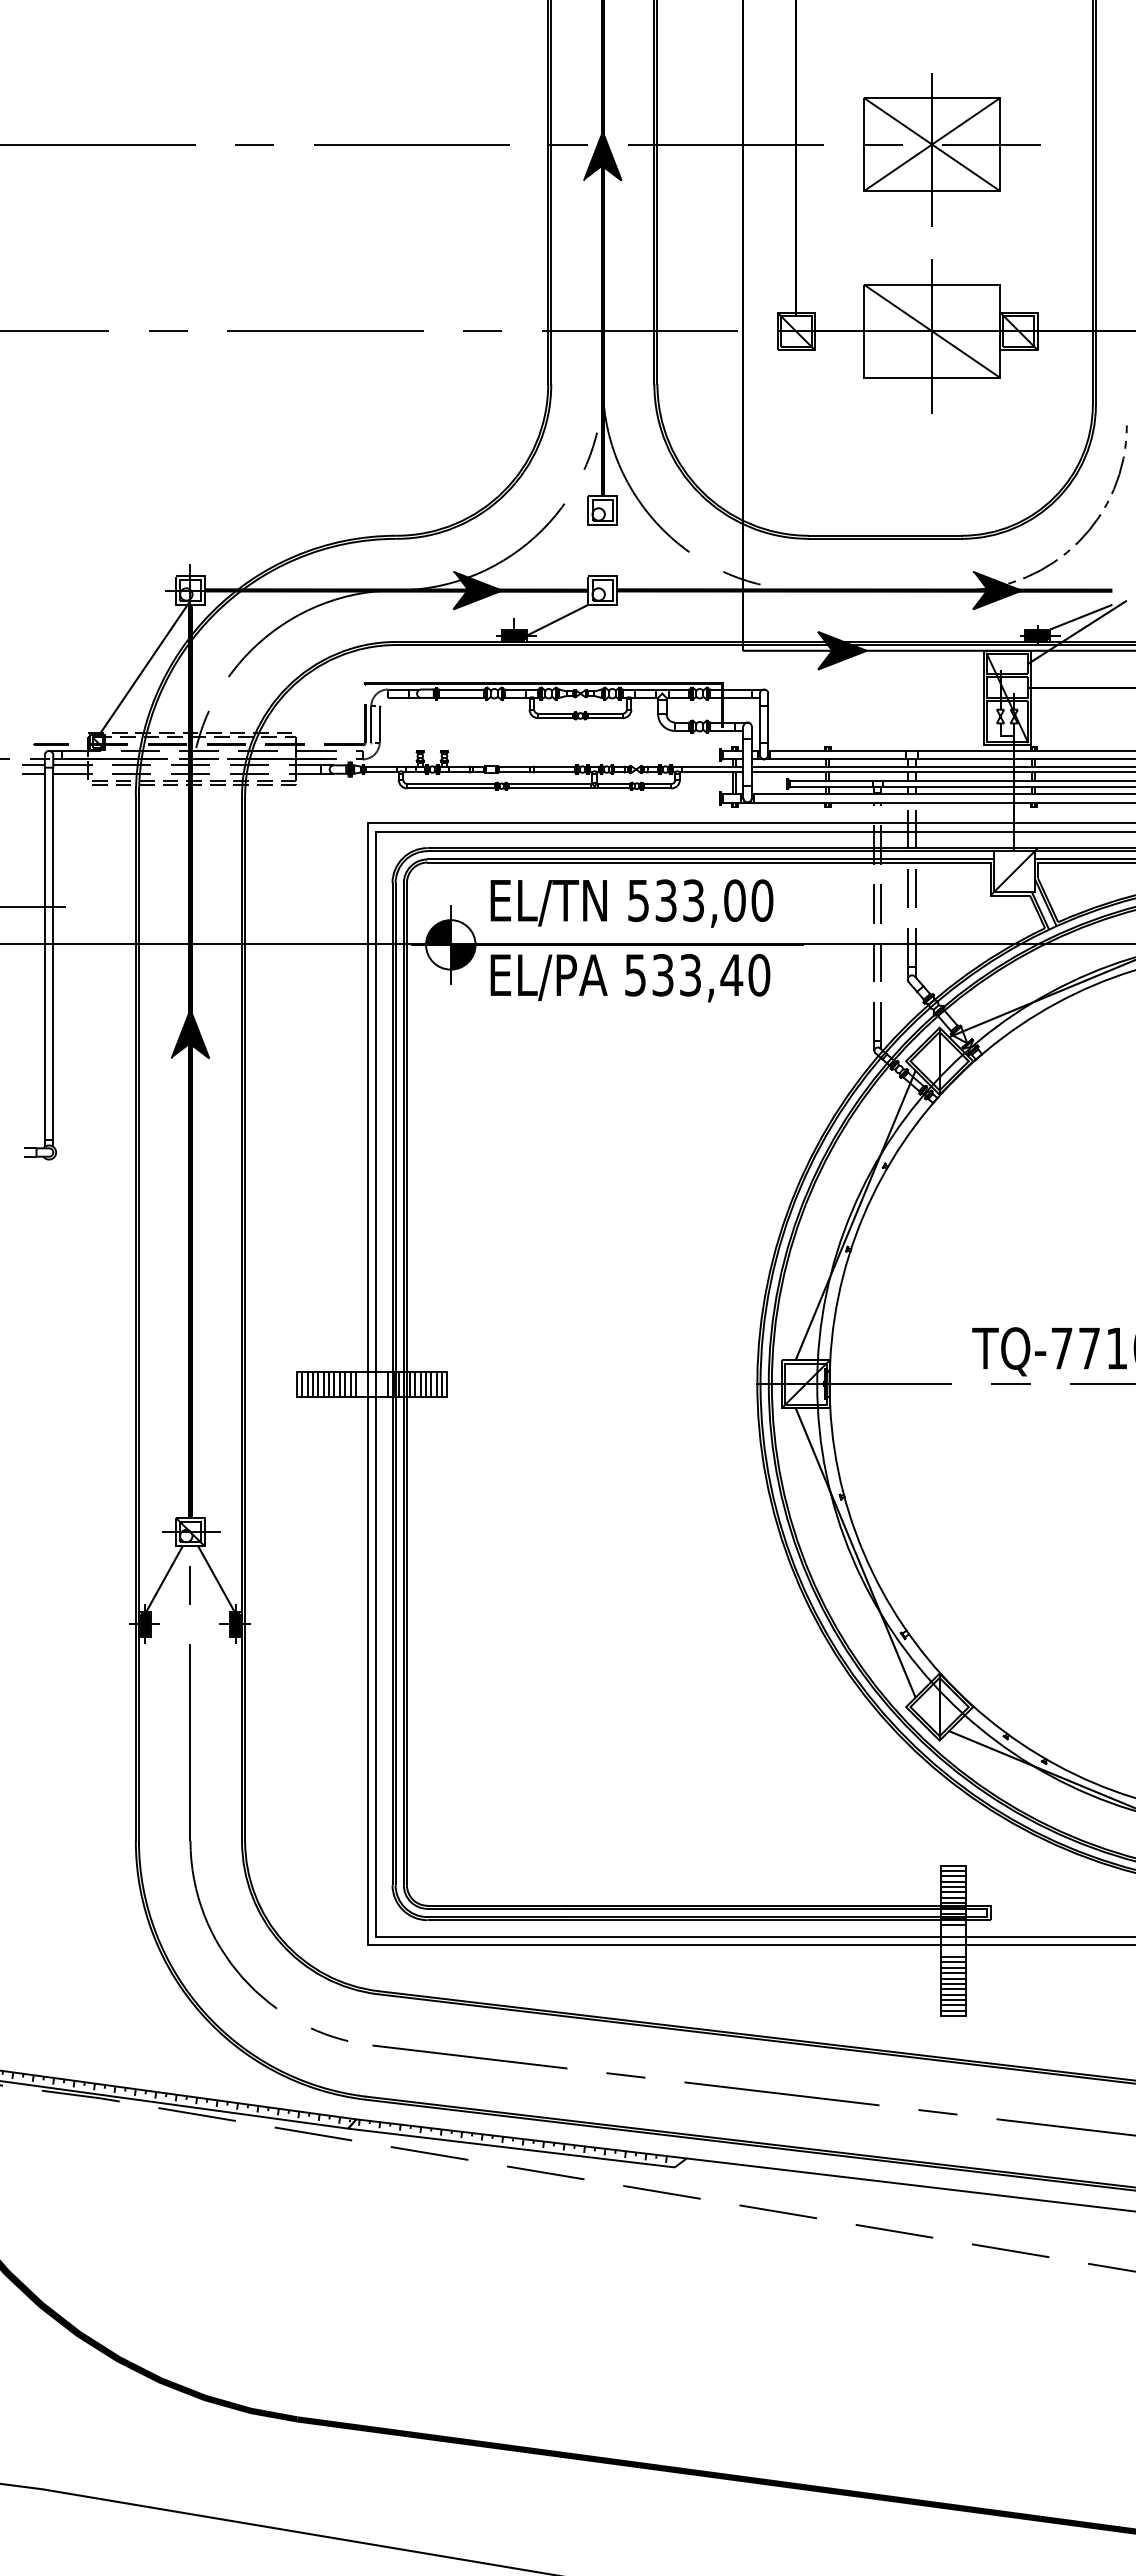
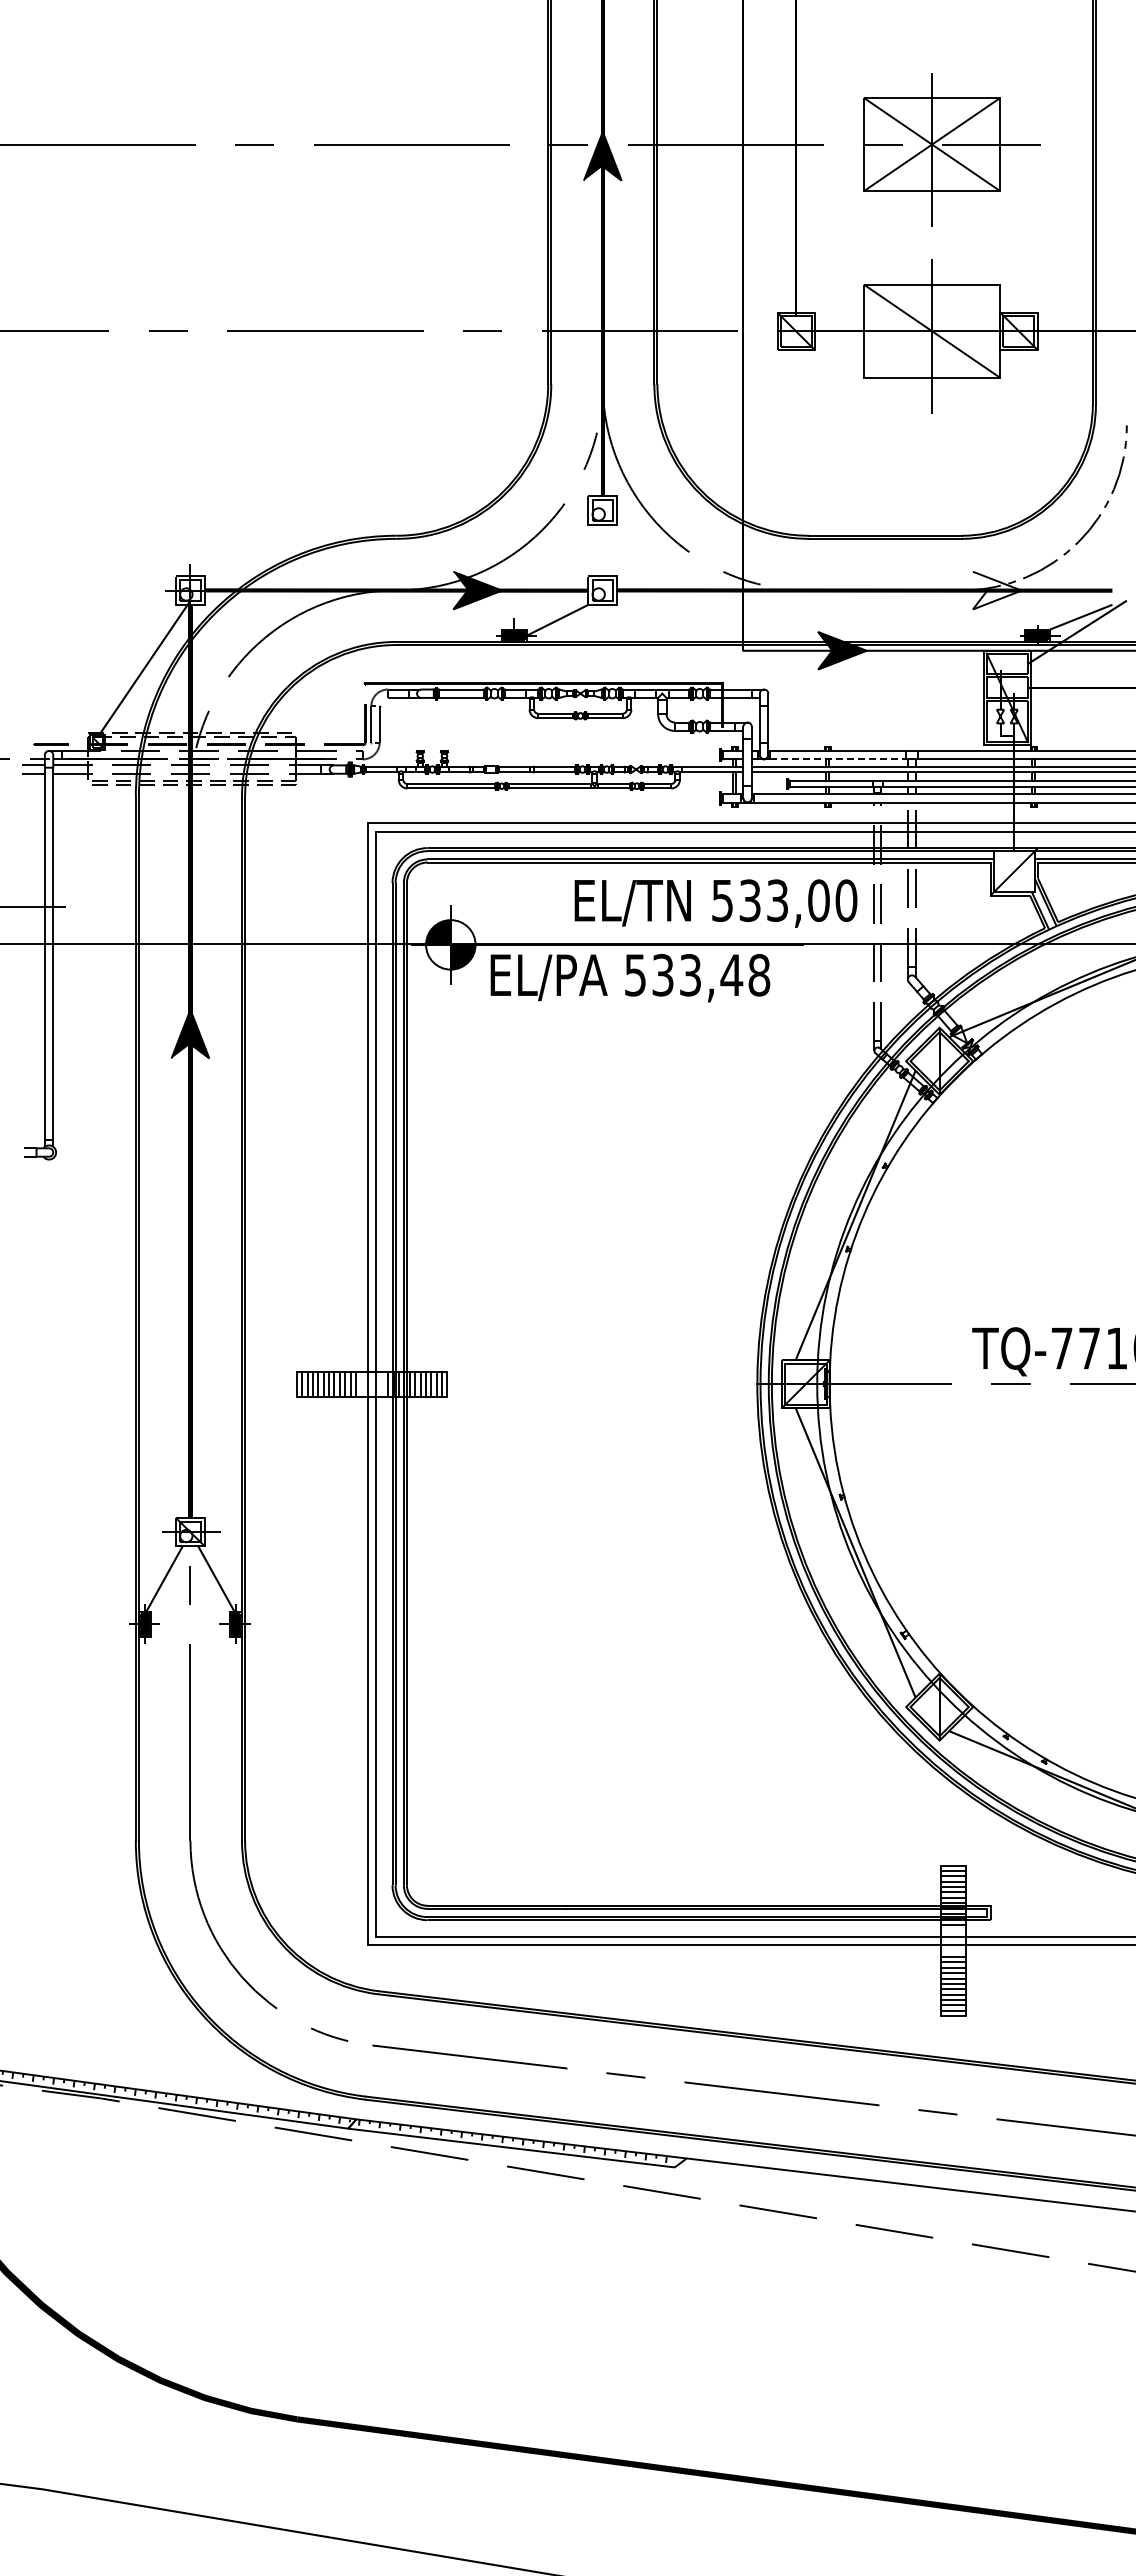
fill at (996, 590): present -> none
line at (838, 759): solid -> dashed
text at (631, 903) position: (631, 903) -> (715, 903)
text at (759, 975): 533,40 -> 533,48
